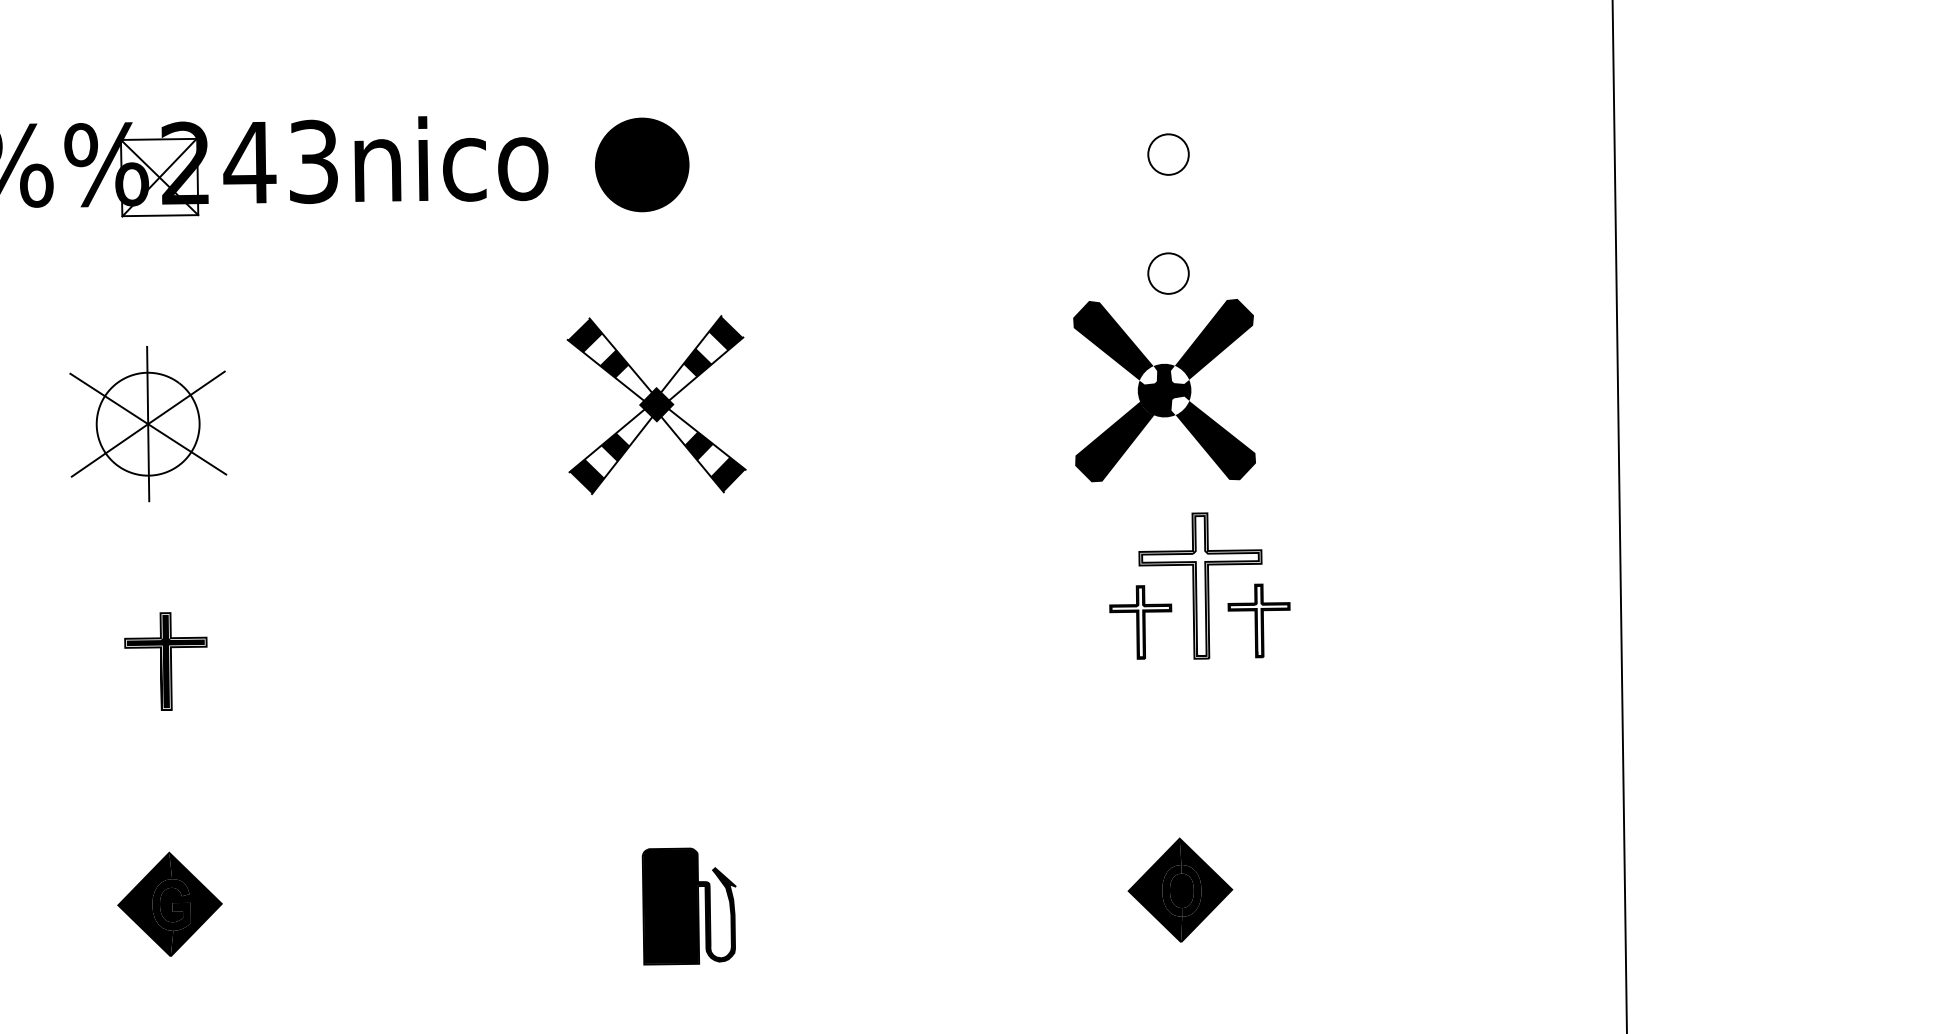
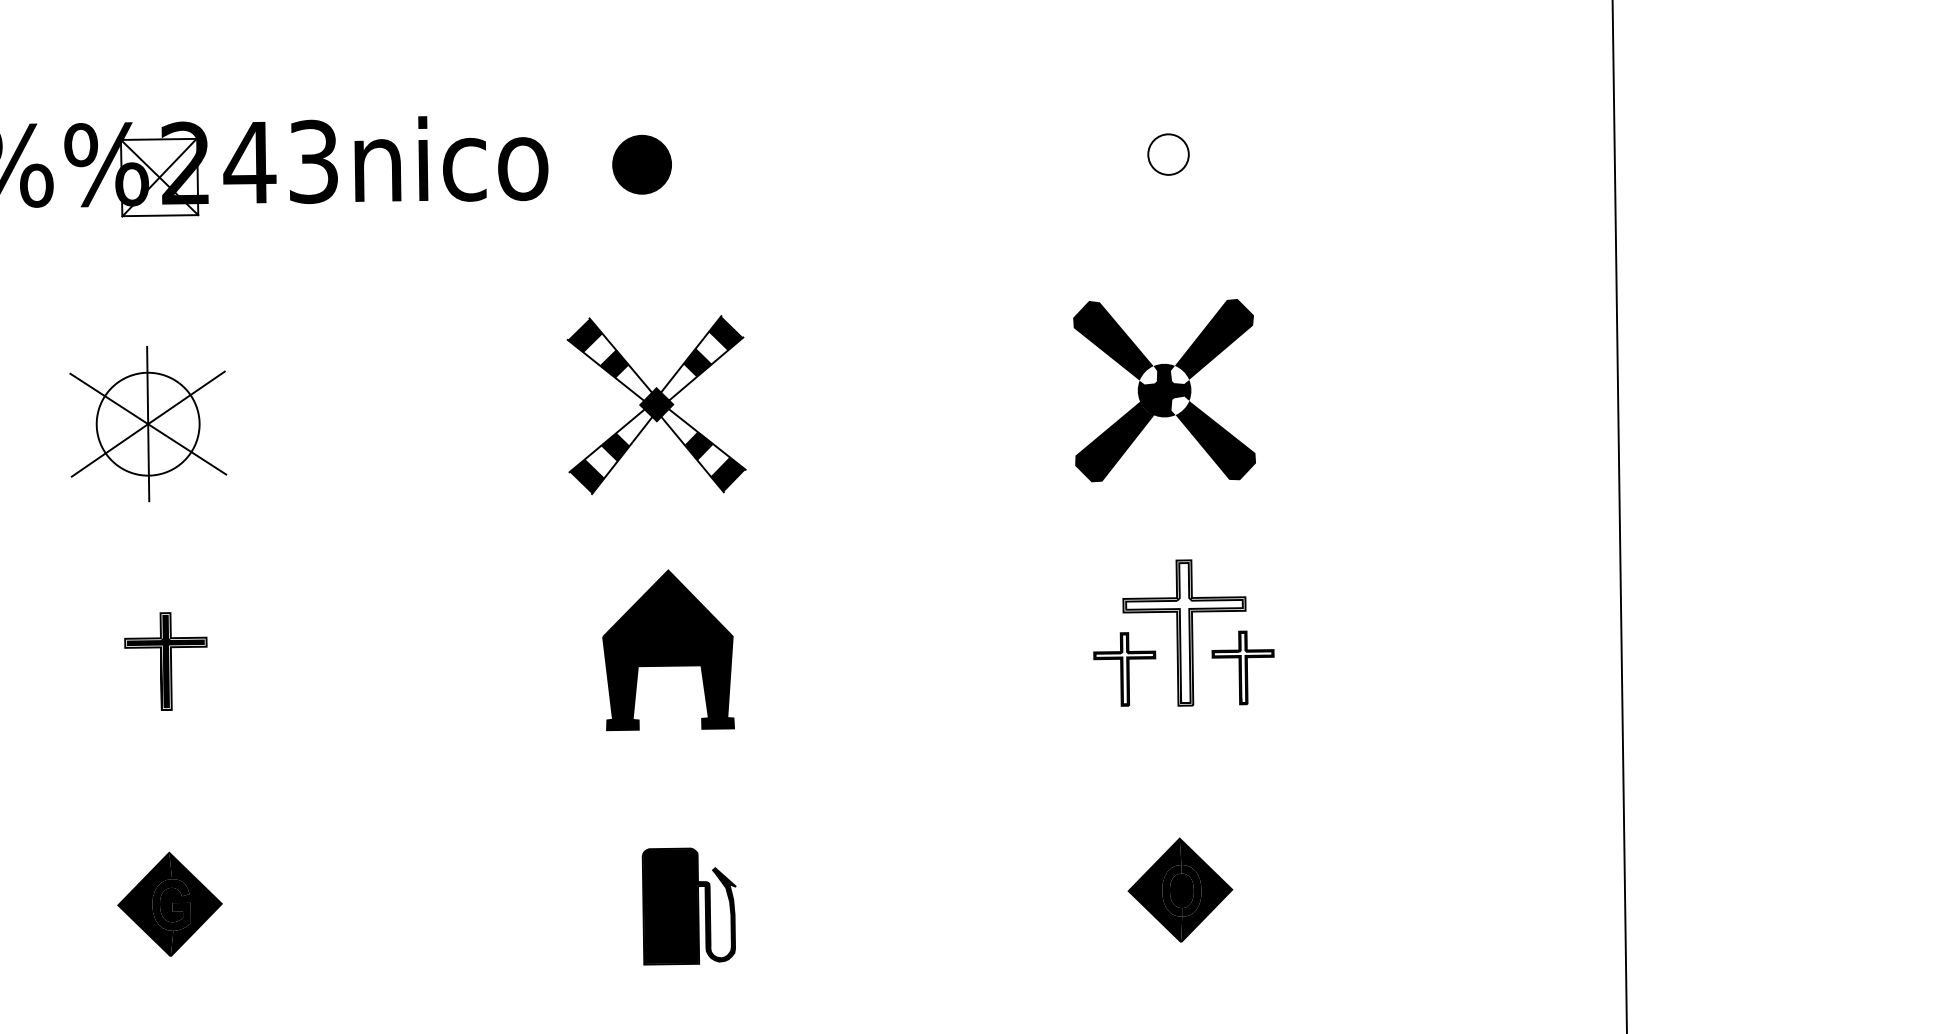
part at (642, 164) size: 95x96 px -> 60x61 px
part at (1168, 273): present -> none
part at (1199, 585) position: (1199, 585) -> (1183, 632)
part at (668, 650): none -> present
